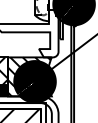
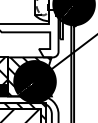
hatch at (25, 111): none -> present
